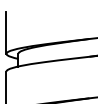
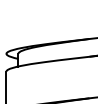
line at (6, 32): present -> none
